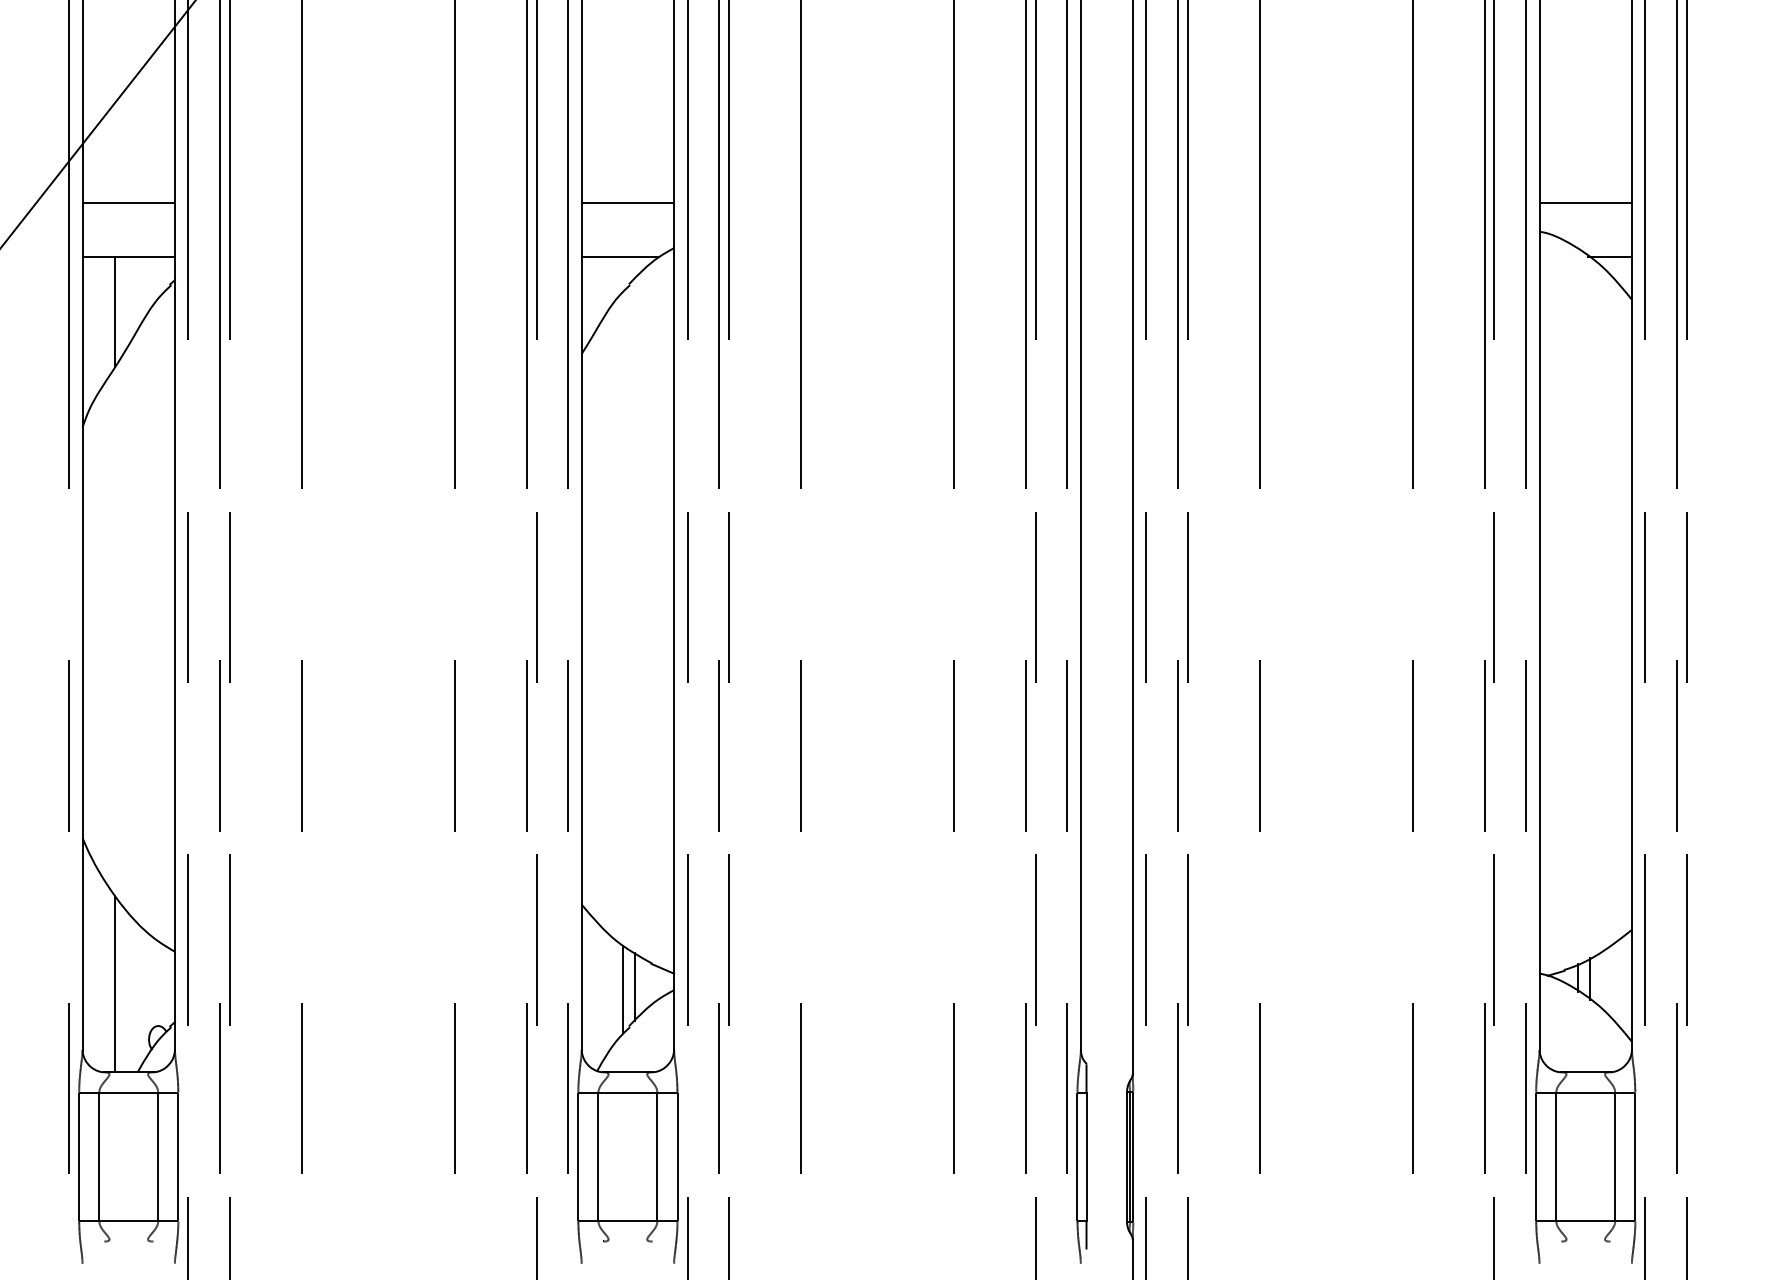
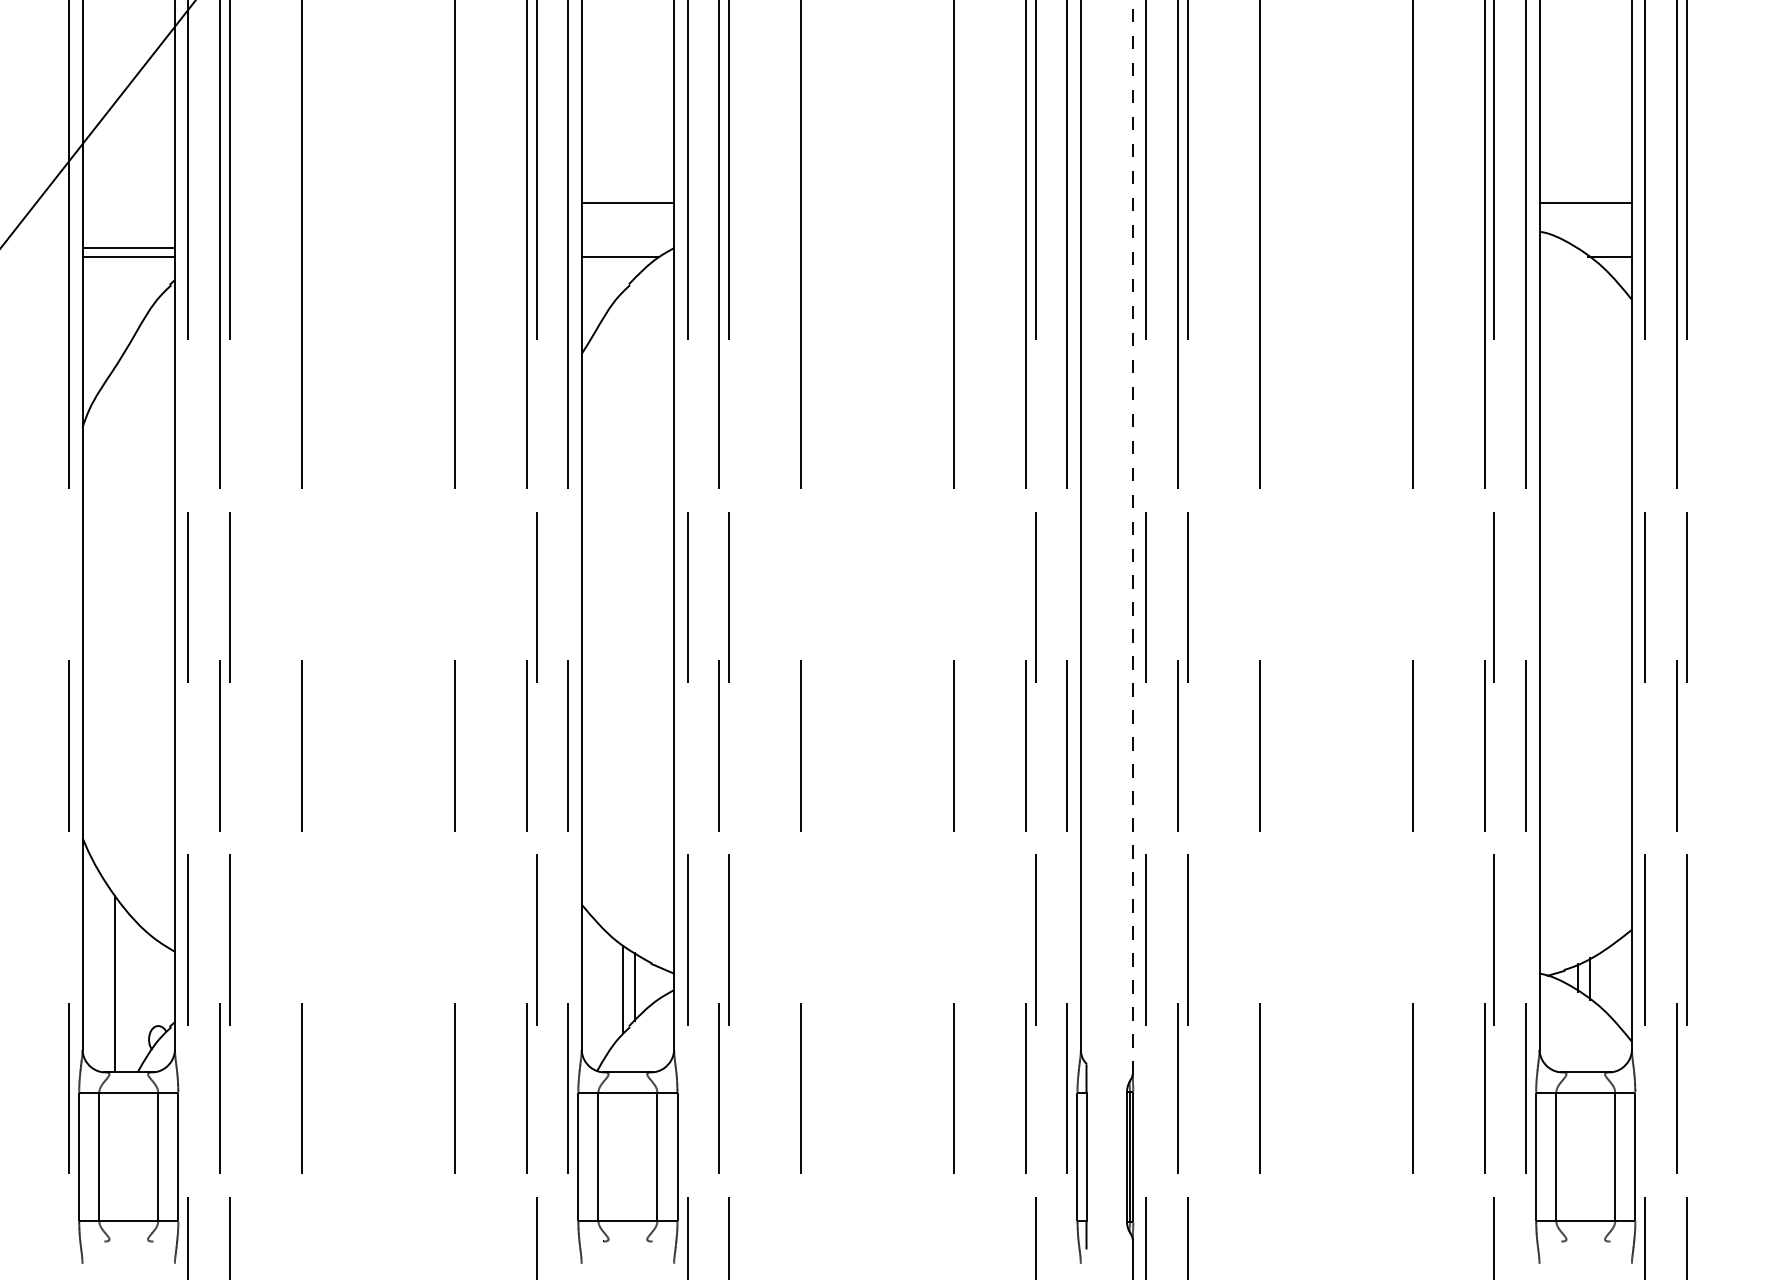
line at (128, 203) position: (128, 203) -> (128, 248)
line at (115, 311): present -> none
line at (1132, 537): solid -> dashed
